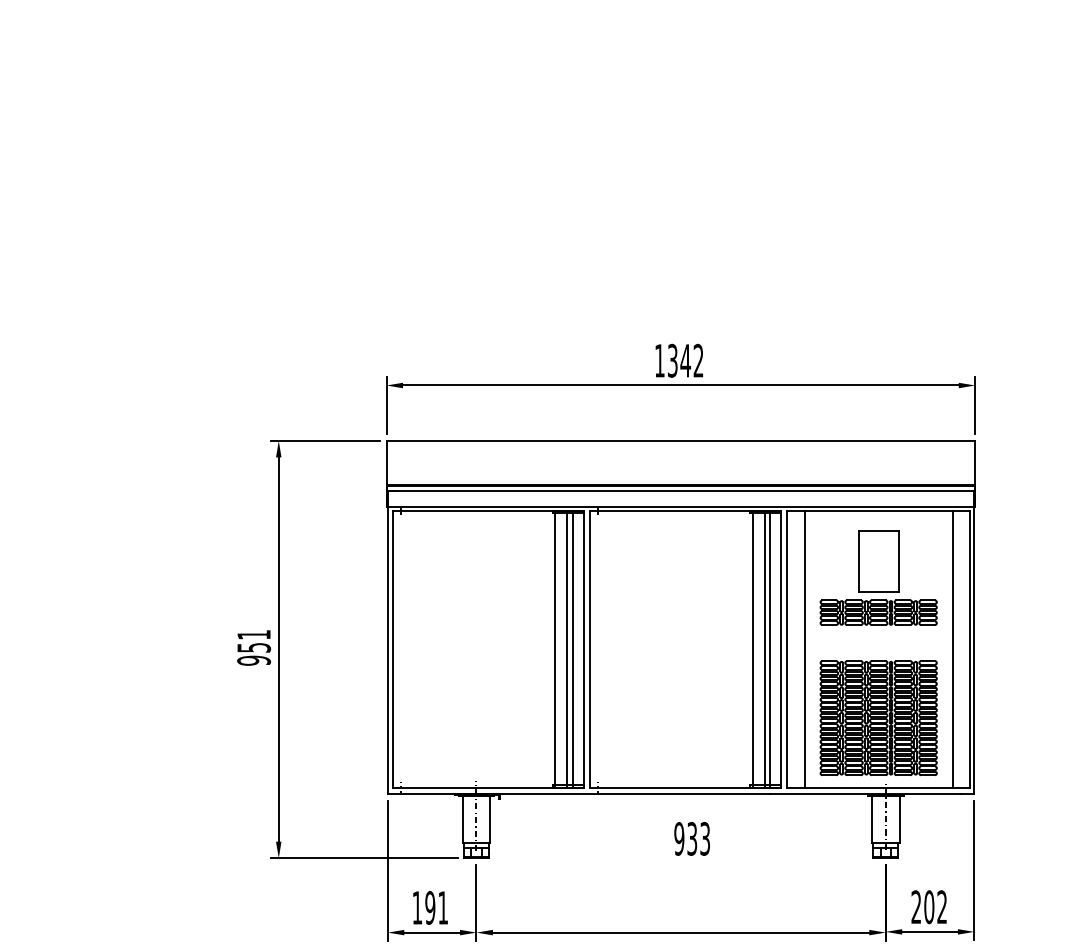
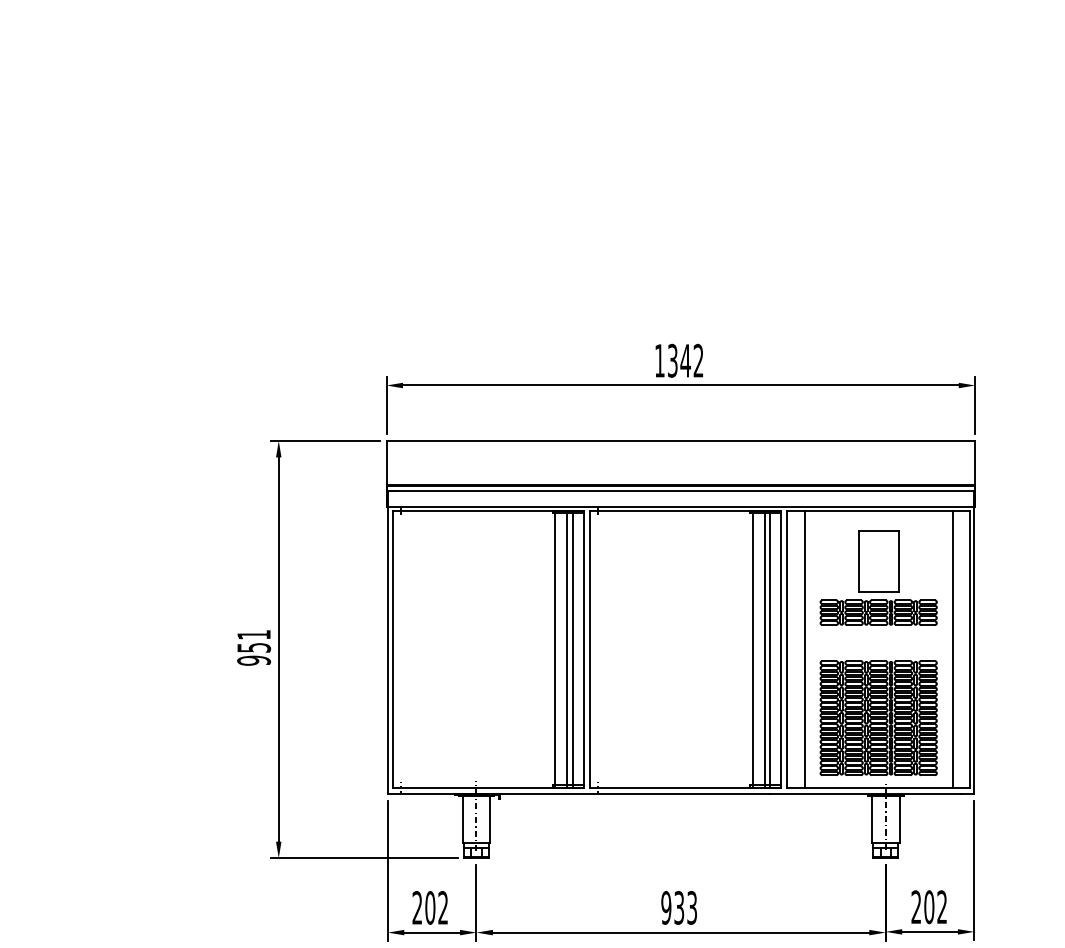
text at (691, 838) position: (691, 838) -> (678, 907)
text at (429, 907): 191 -> 202
